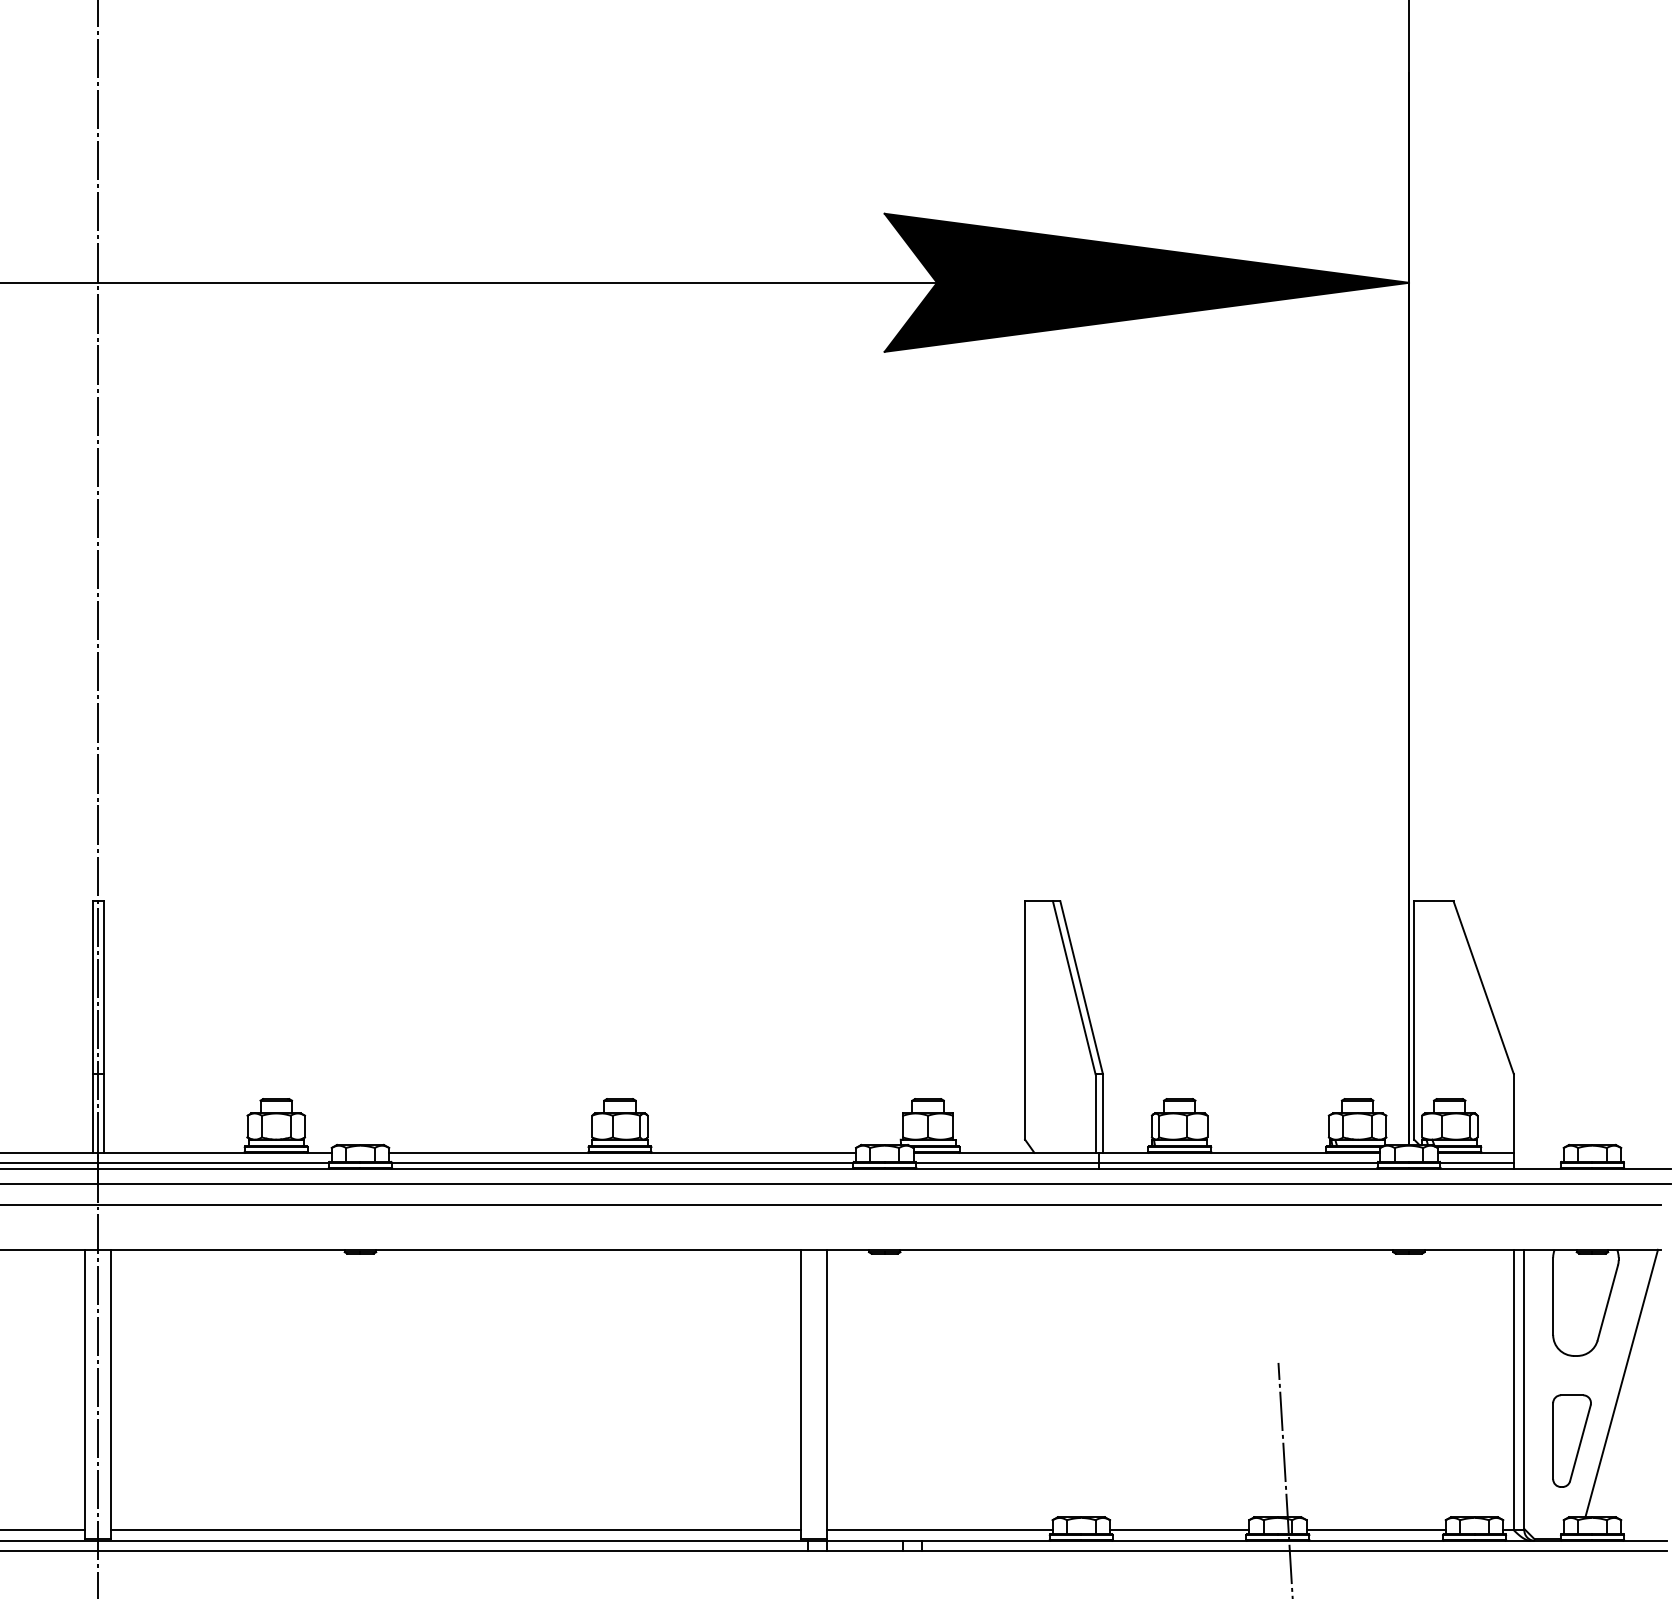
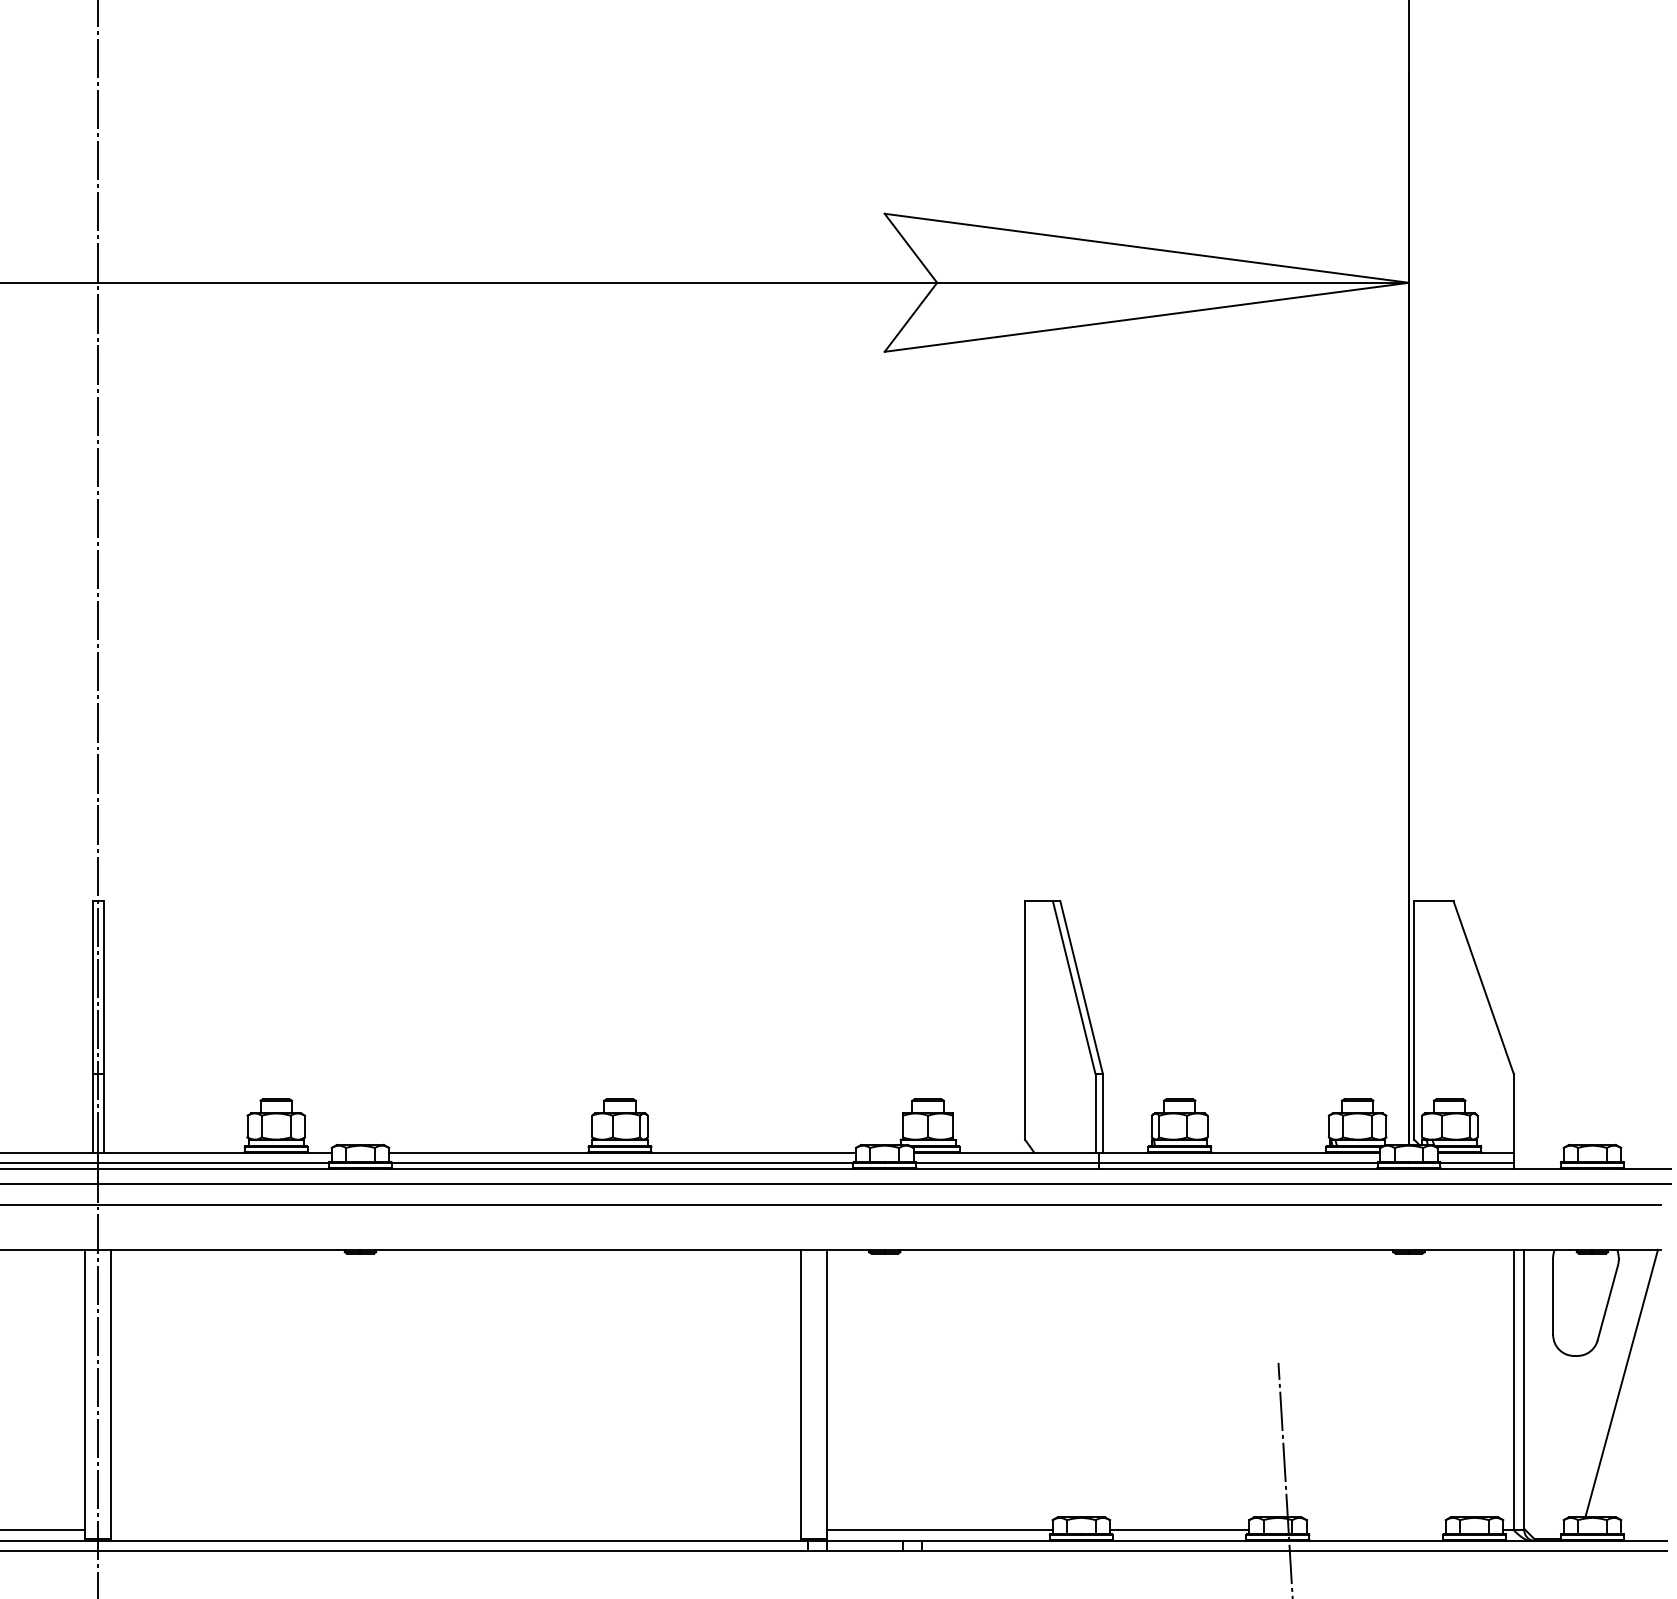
fill at (1146, 282): present -> none
part at (1571, 1440): present -> none
line at (455, 1530): present -> none
line at (1375, 1530): present -> none
